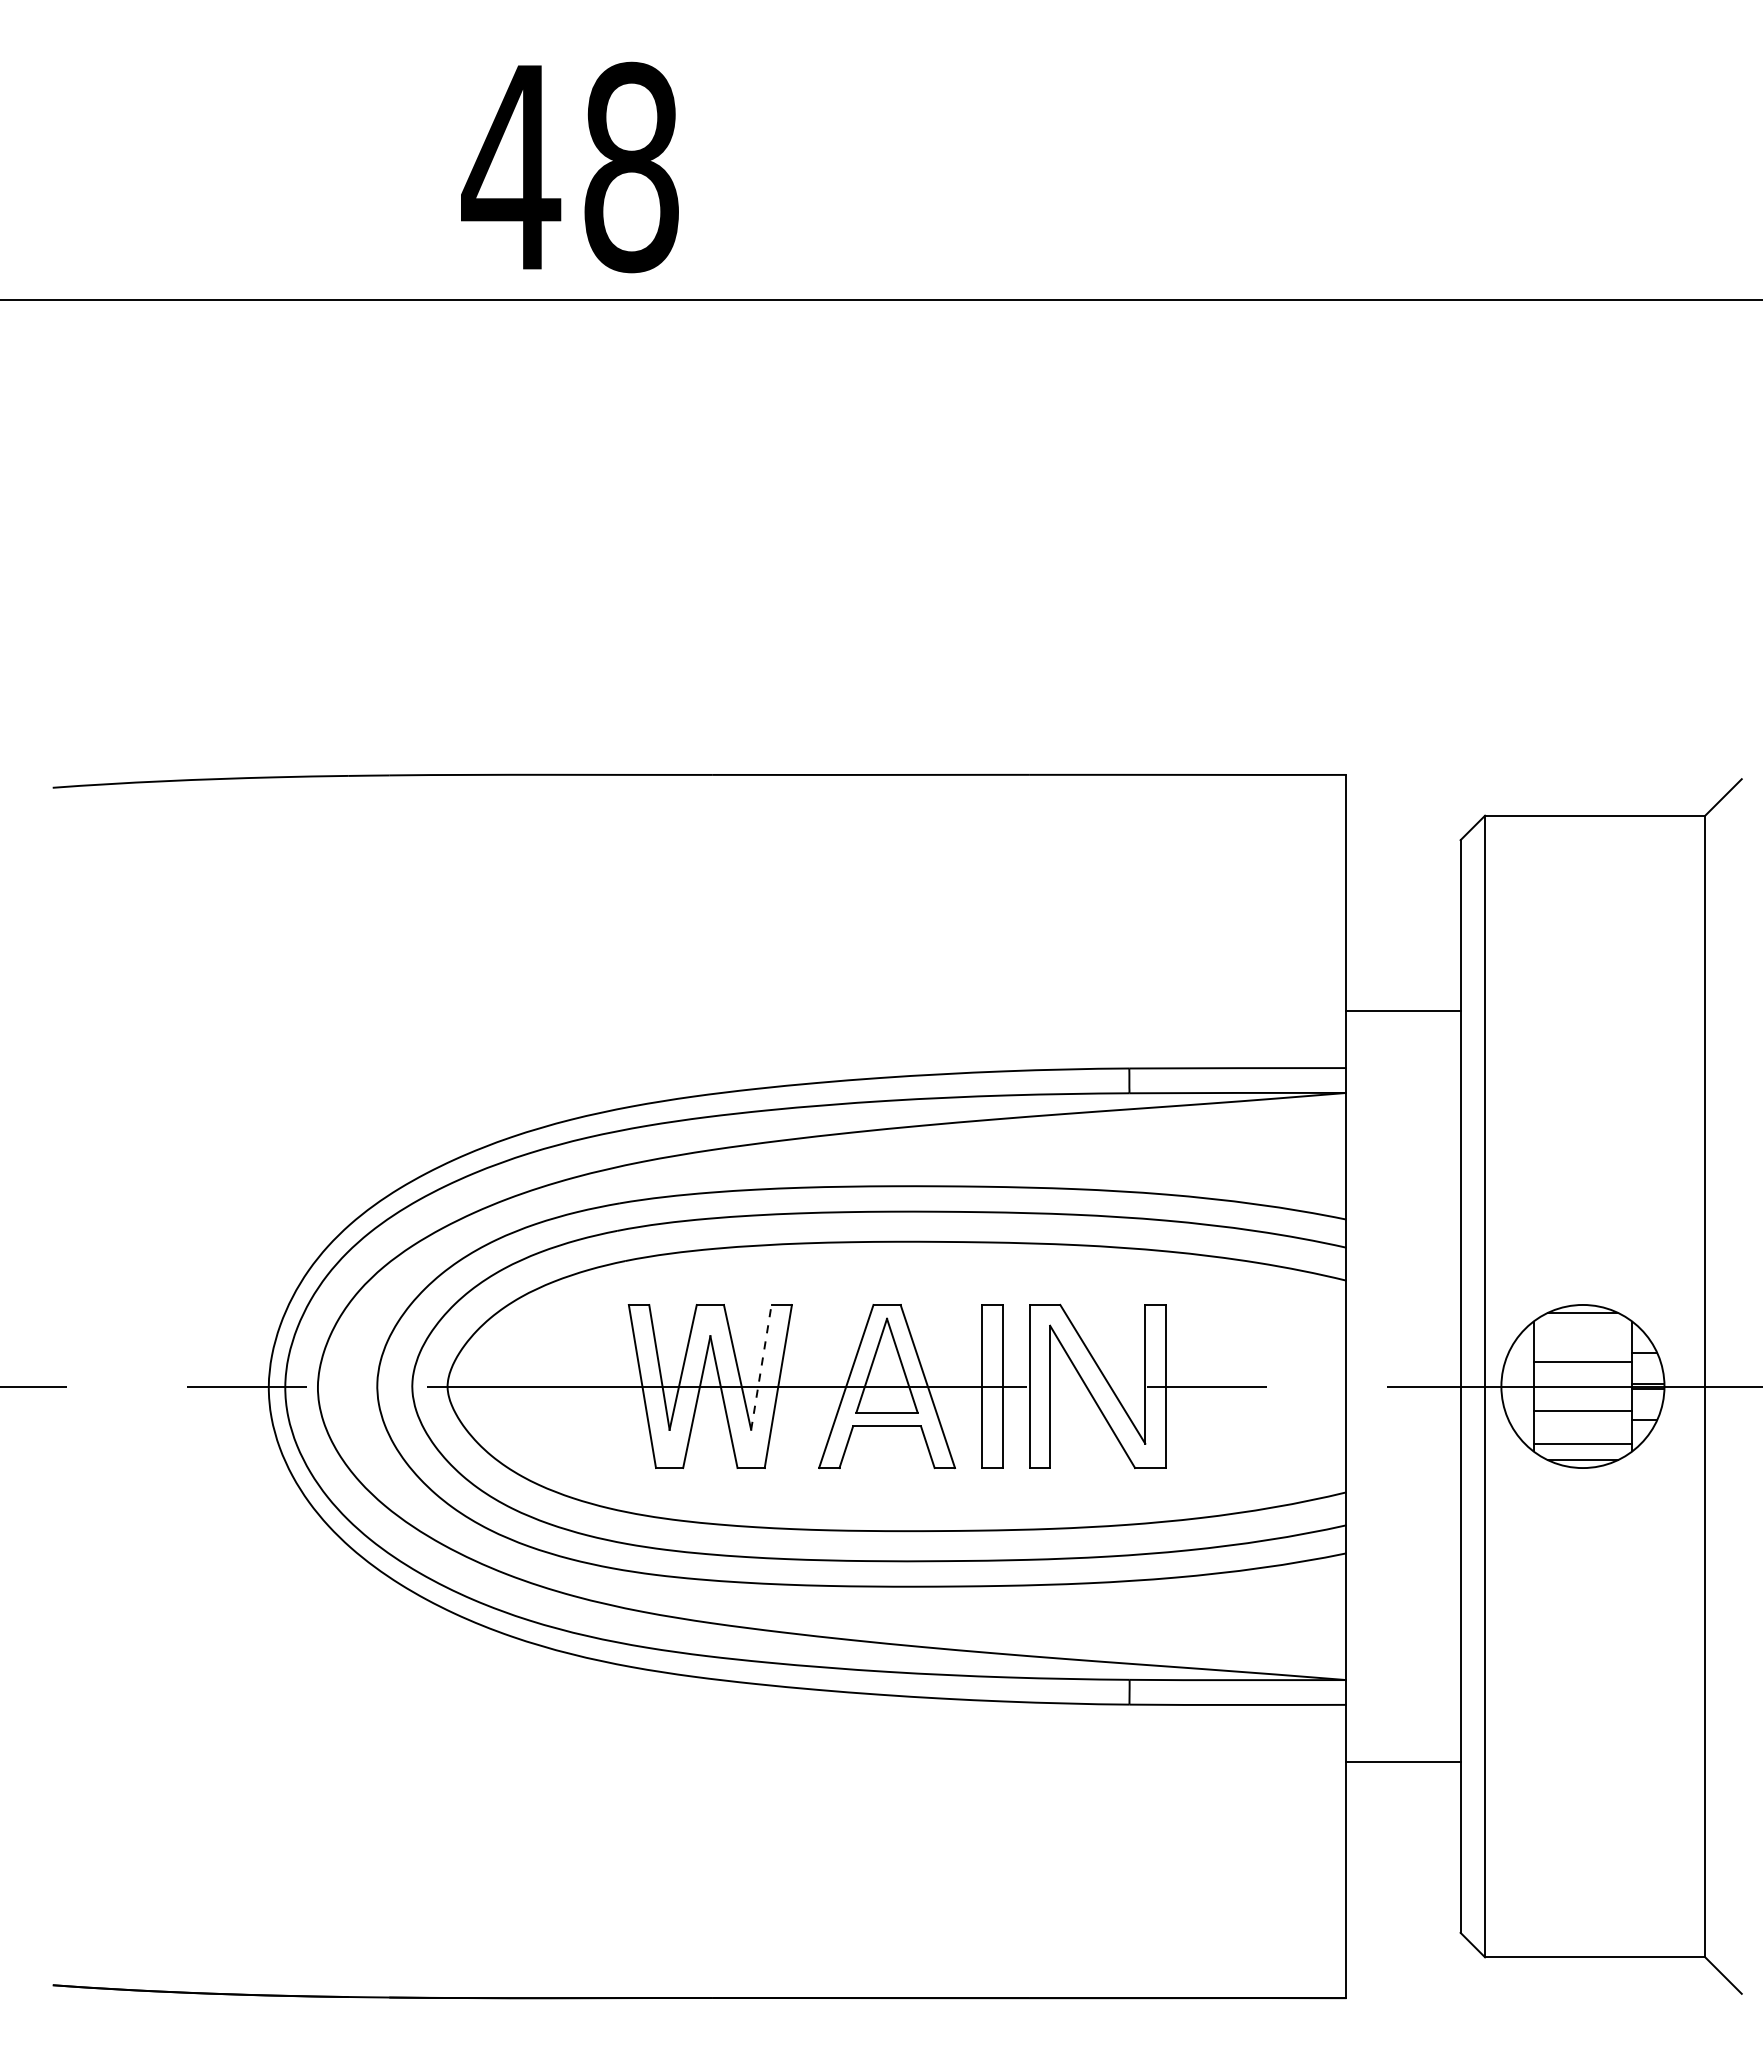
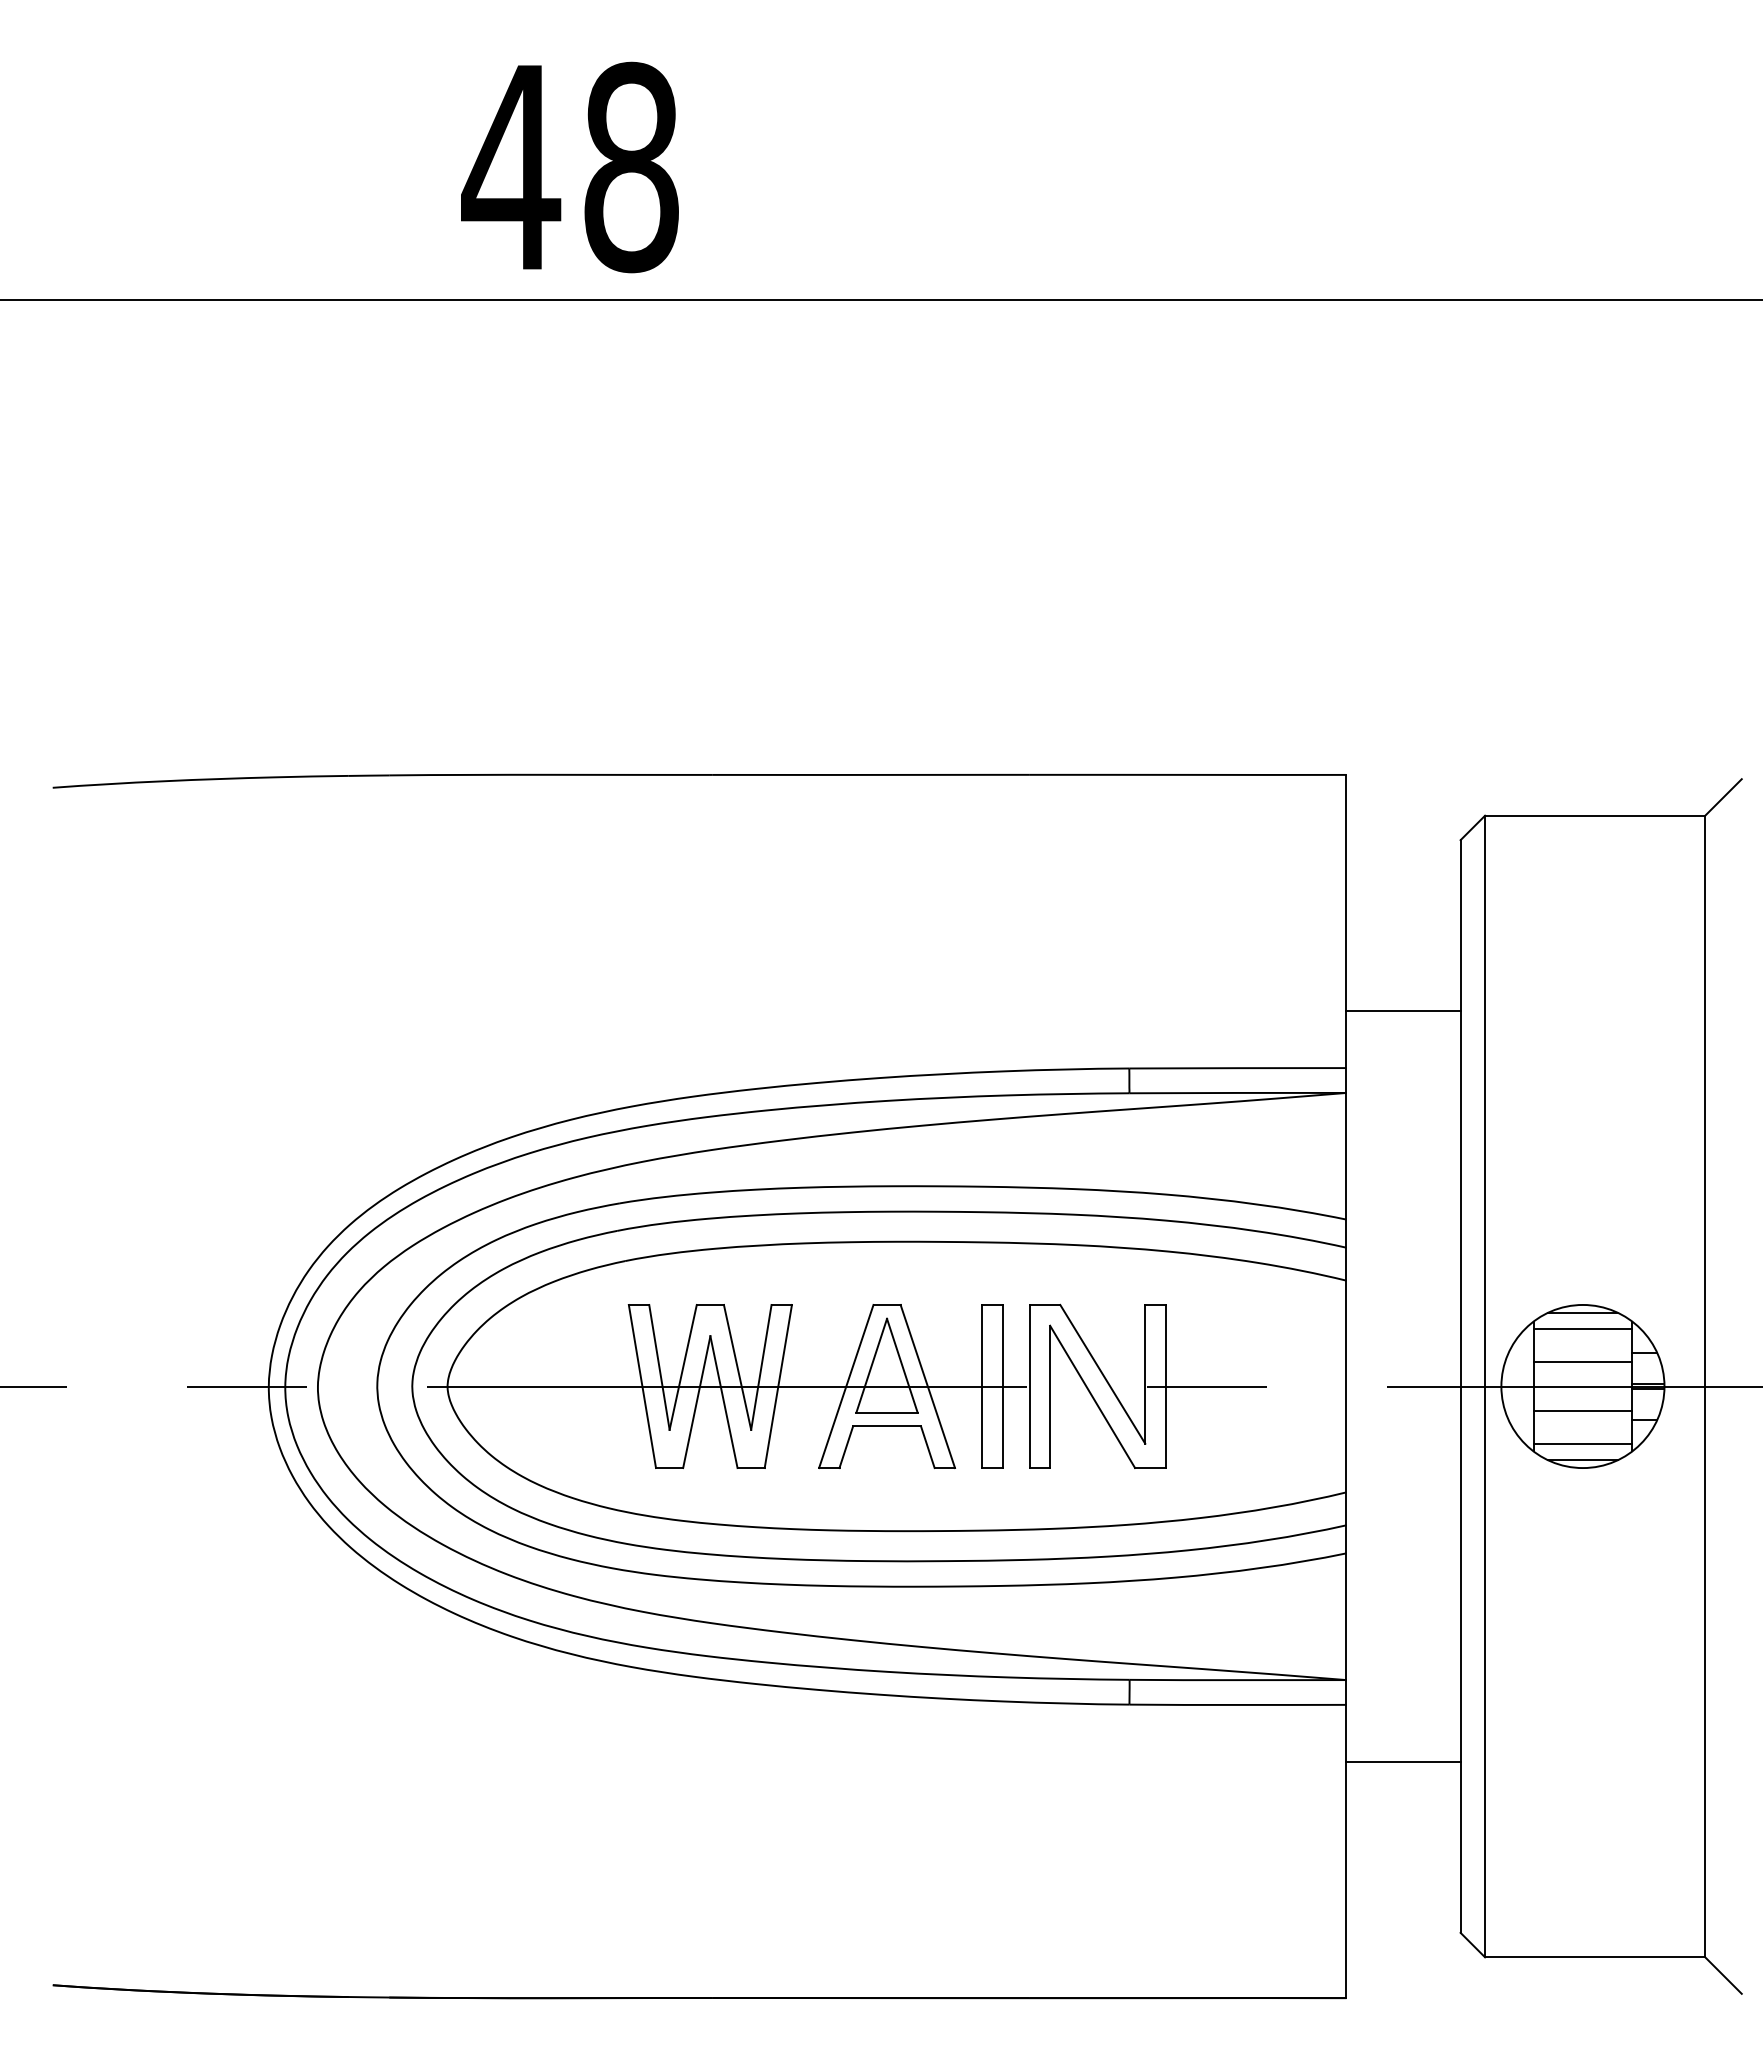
line at (1582, 1329): none -> present
line at (761, 1366): dashed -> solid
